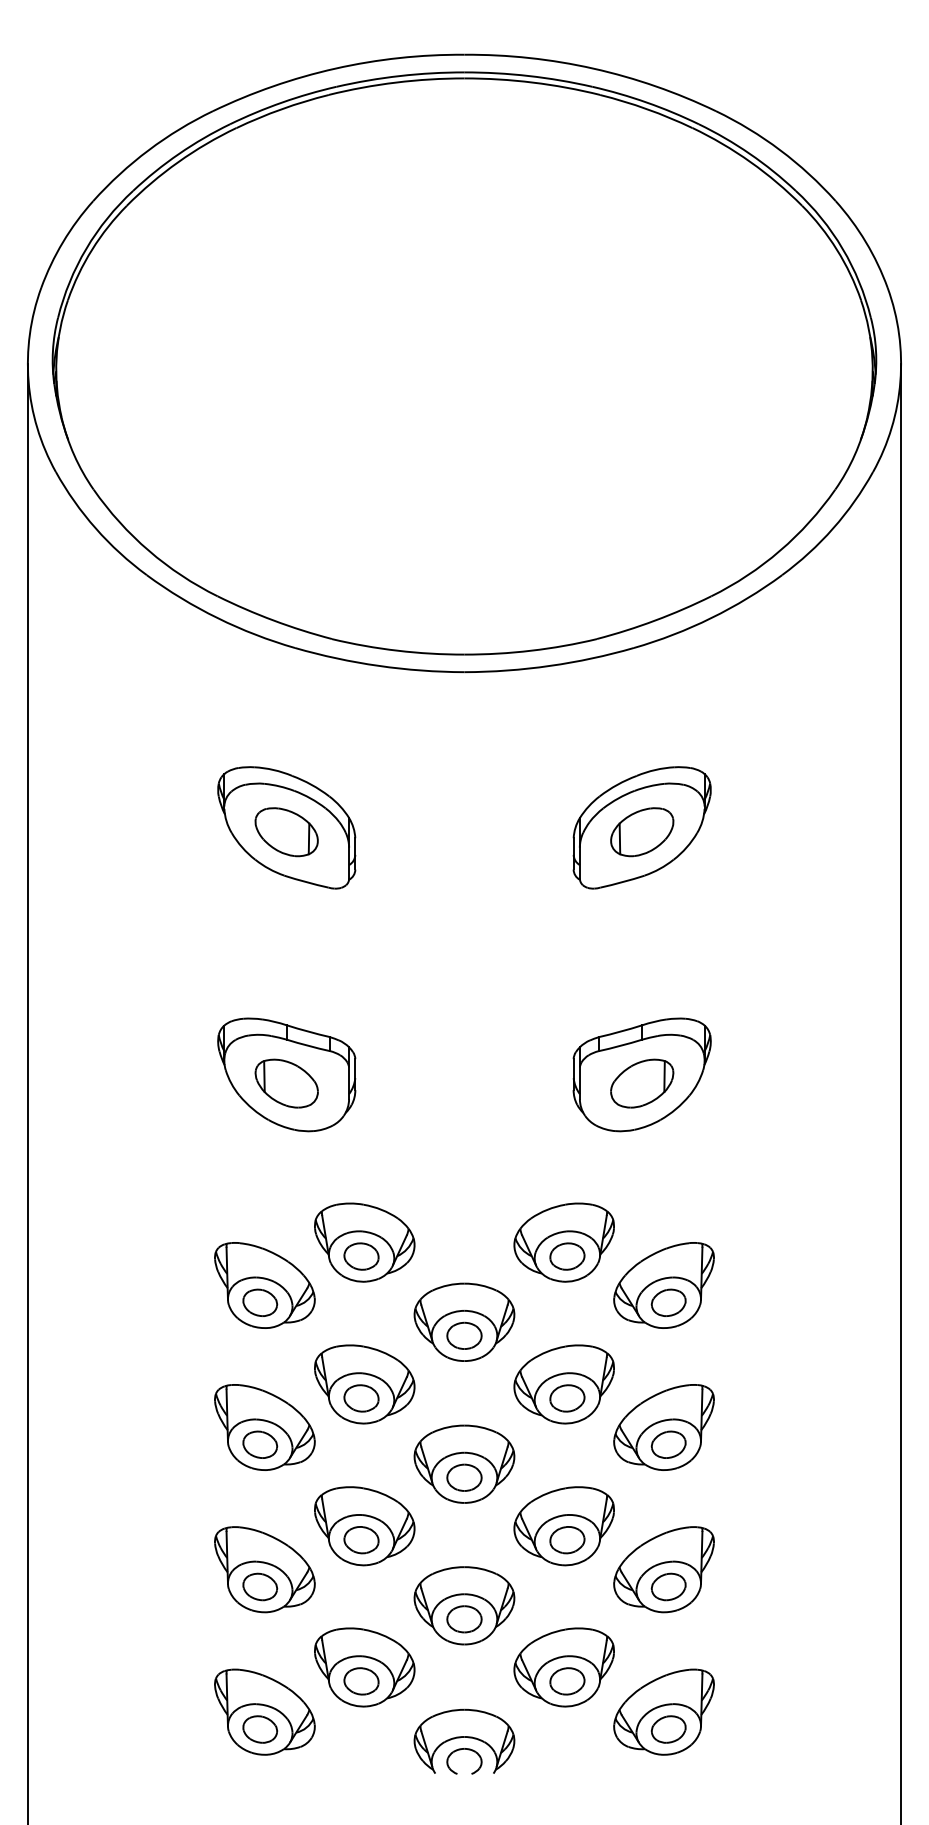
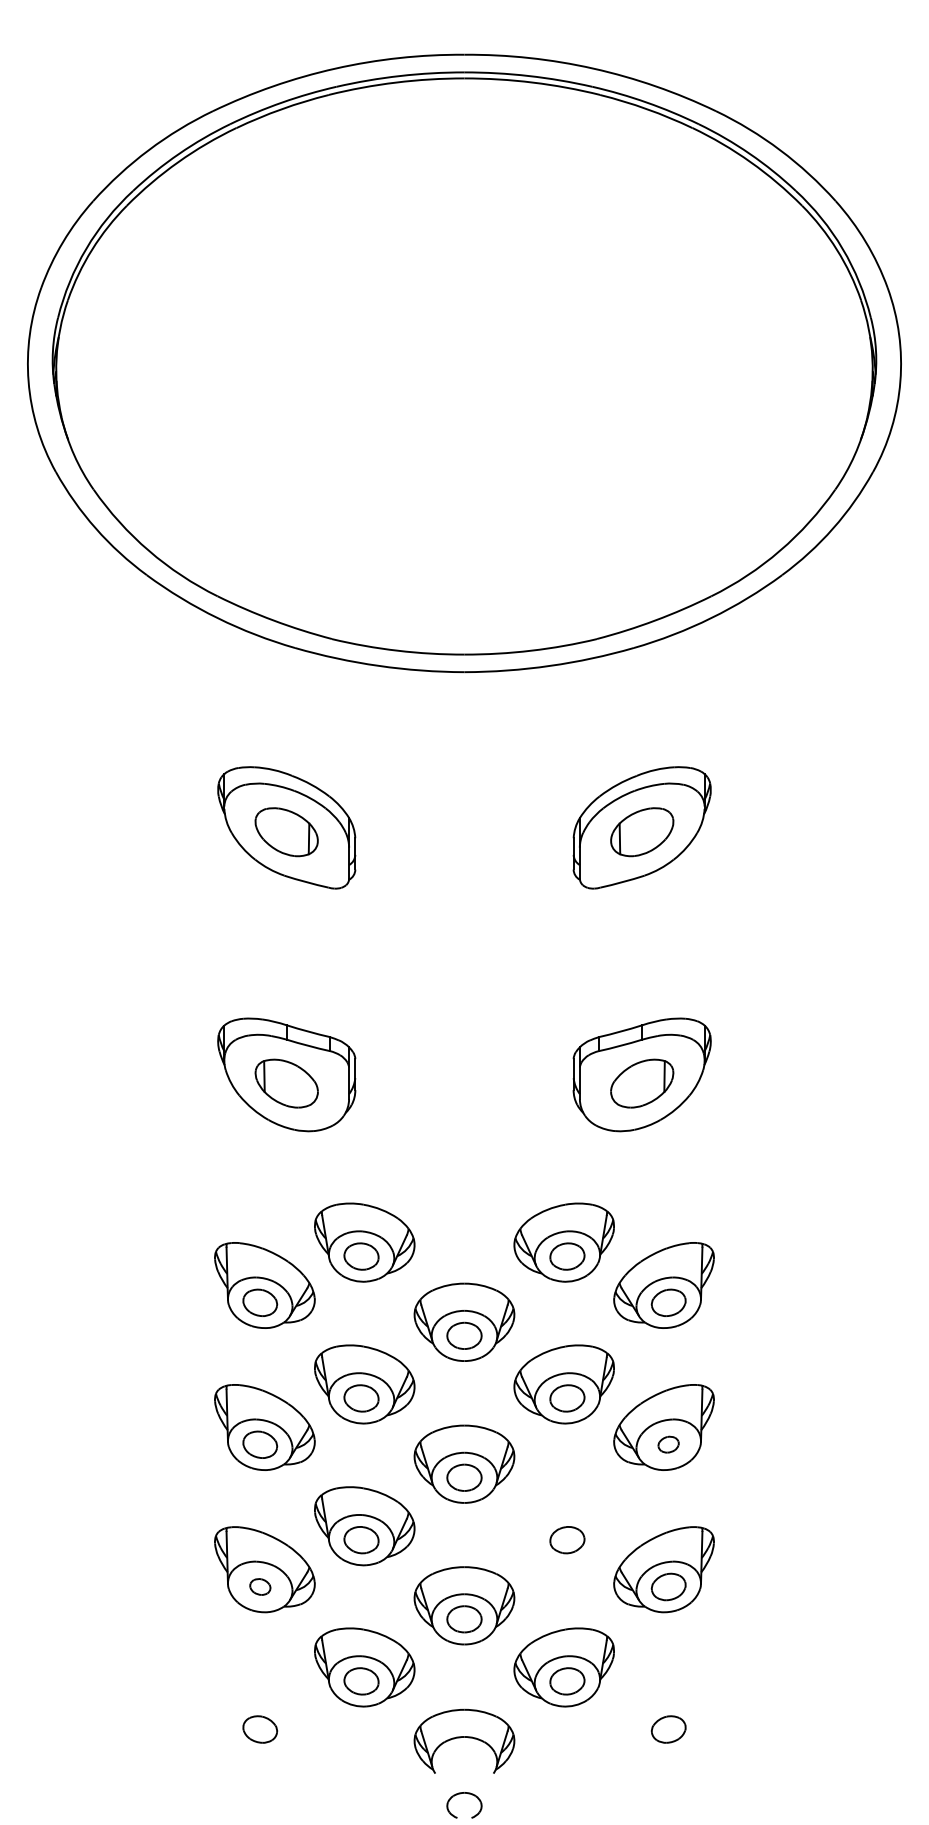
line at (27, 1092): present -> none
line at (901, 1092): present -> none
part at (668, 1444) size: 37x29 px -> 23x19 px
part at (563, 1526): present -> none
part at (260, 1586) size: 37x30 px -> 23x18 px
part at (264, 1711): present -> none
part at (663, 1711): present -> none
part at (460, 1750) position: (460, 1750) -> (460, 1794)
